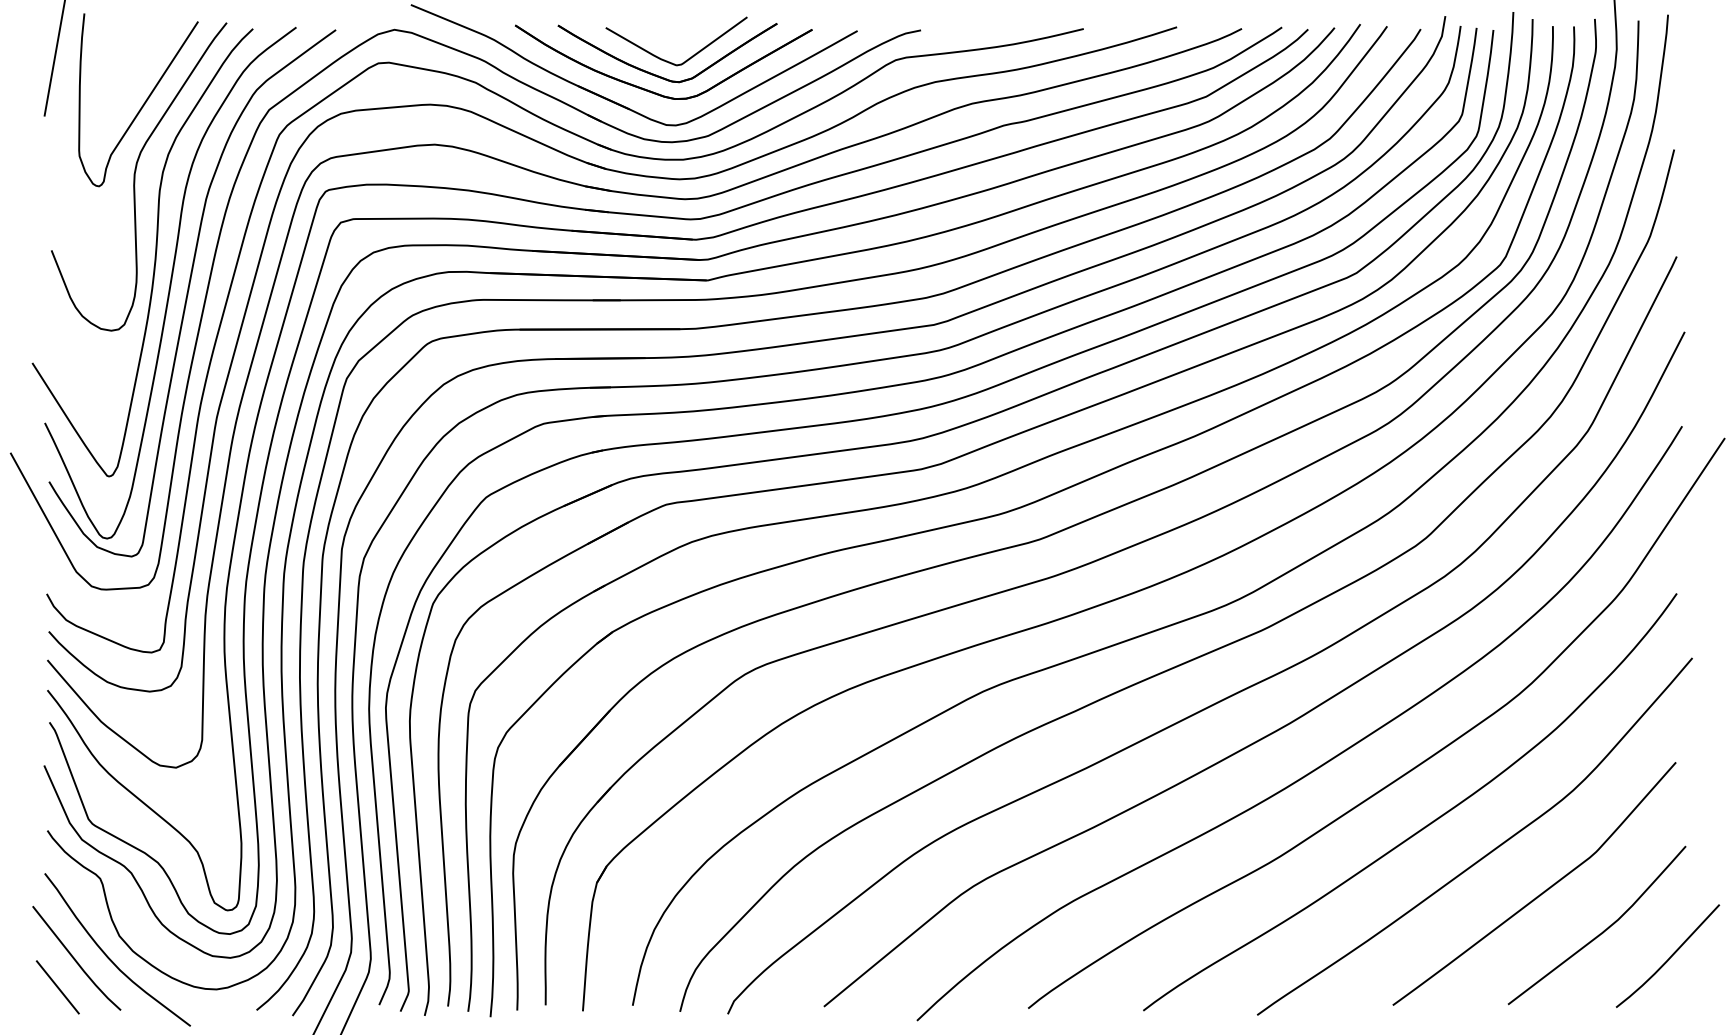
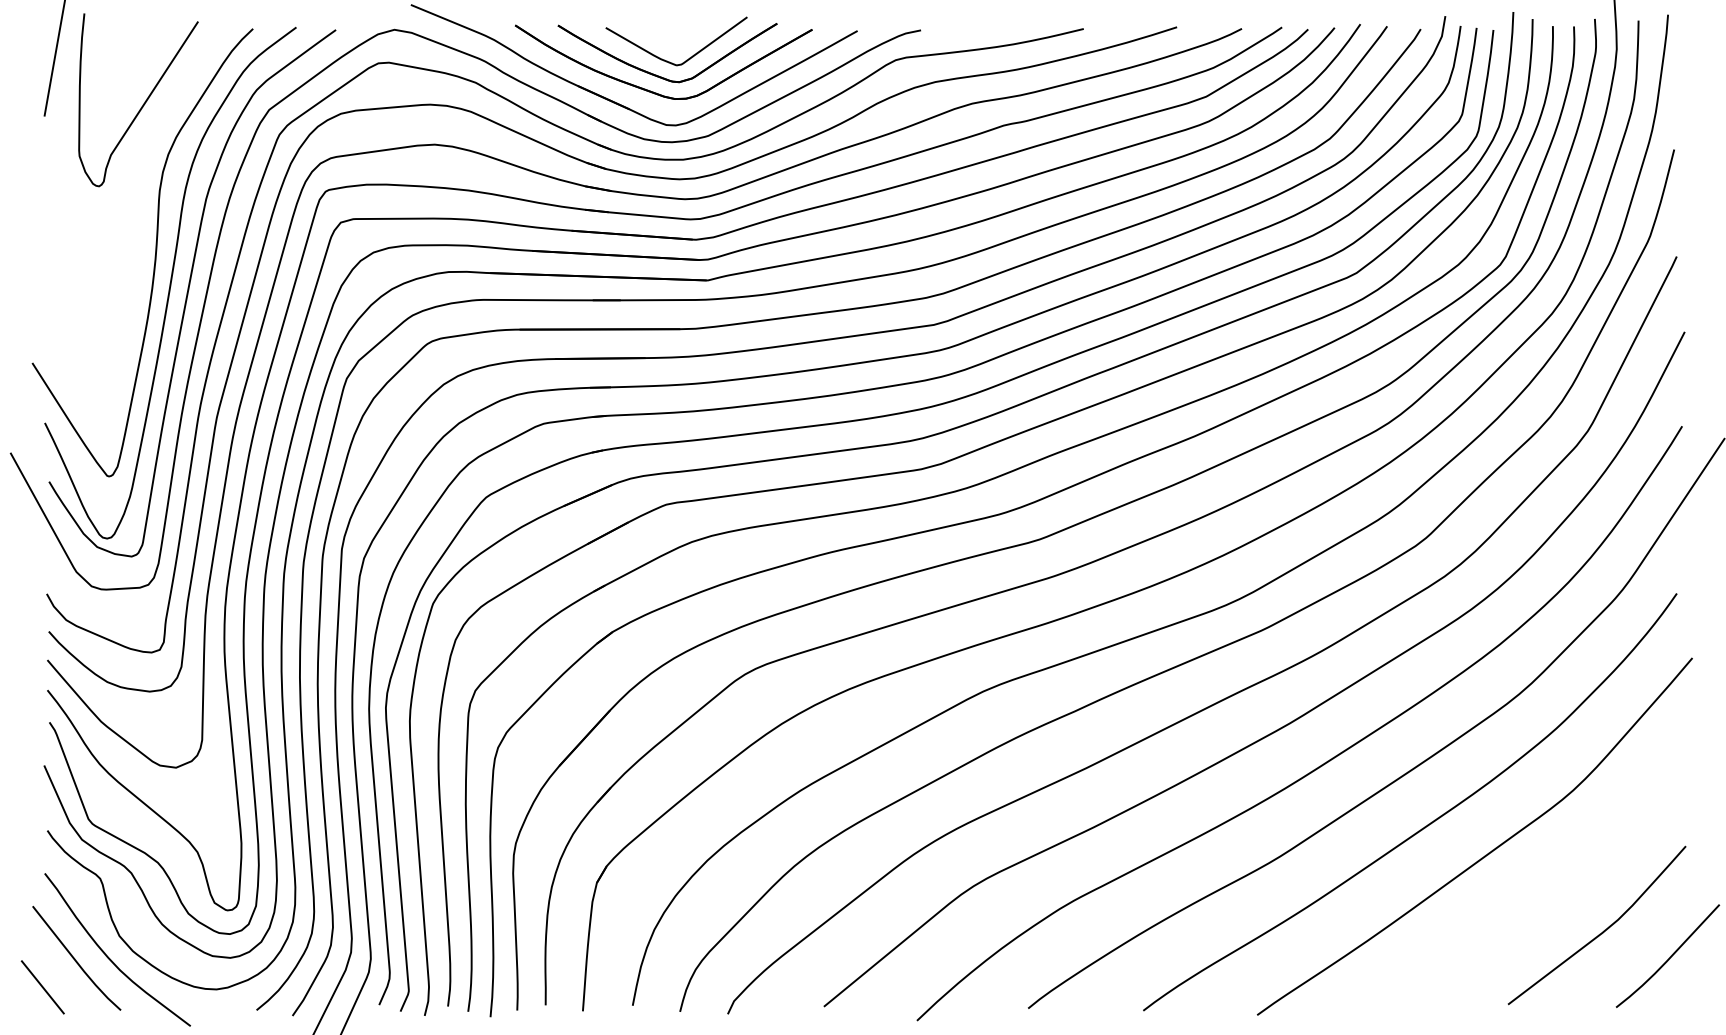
curve at (135, 176): present -> none
curve at (1540, 893): present -> none
line at (57, 987) position: (57, 987) -> (42, 987)
